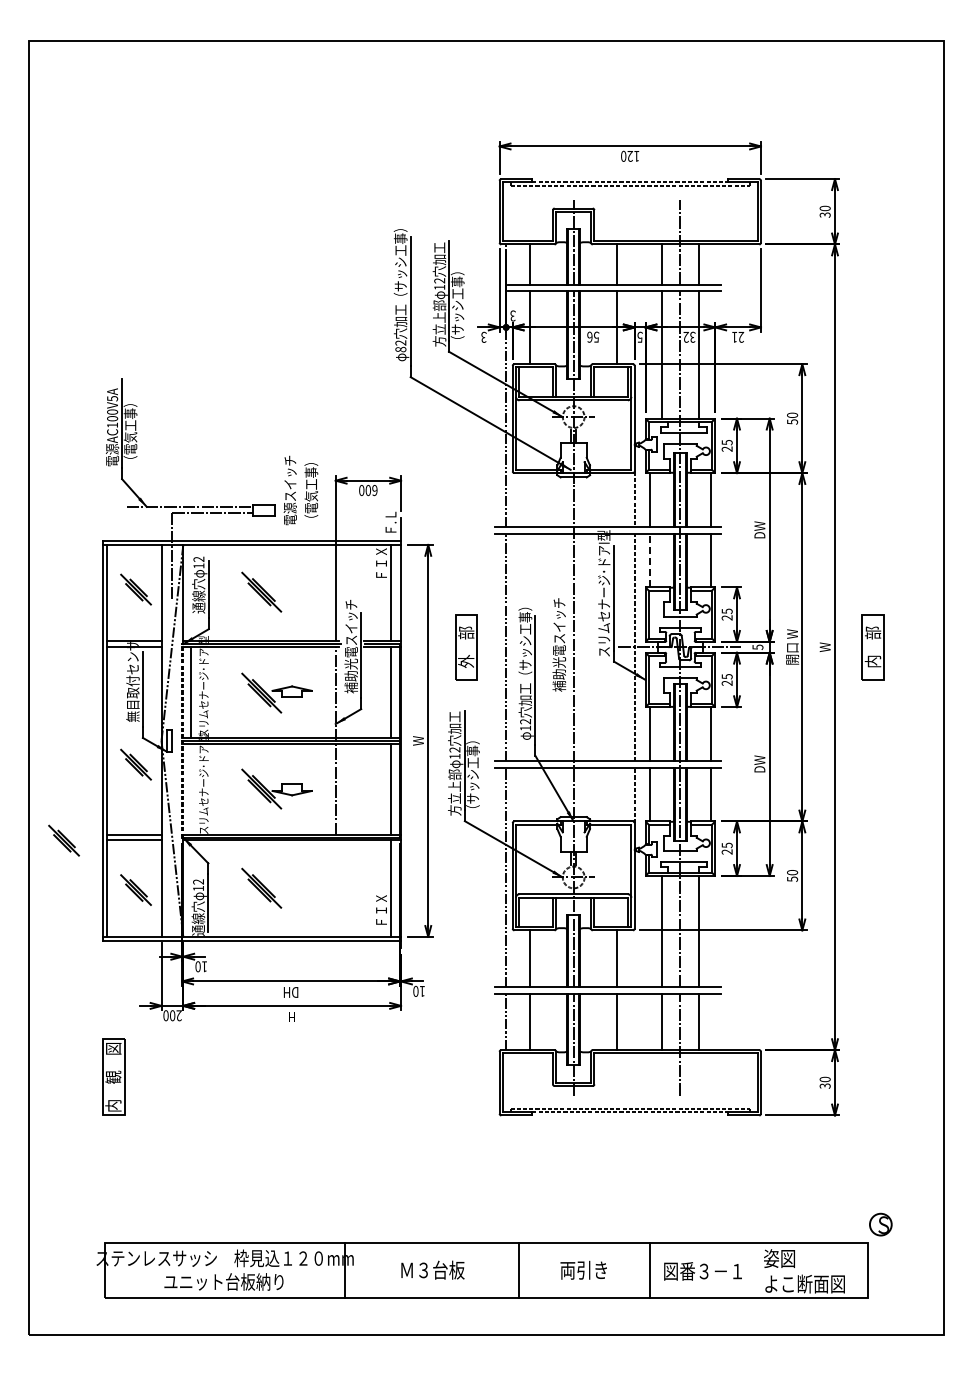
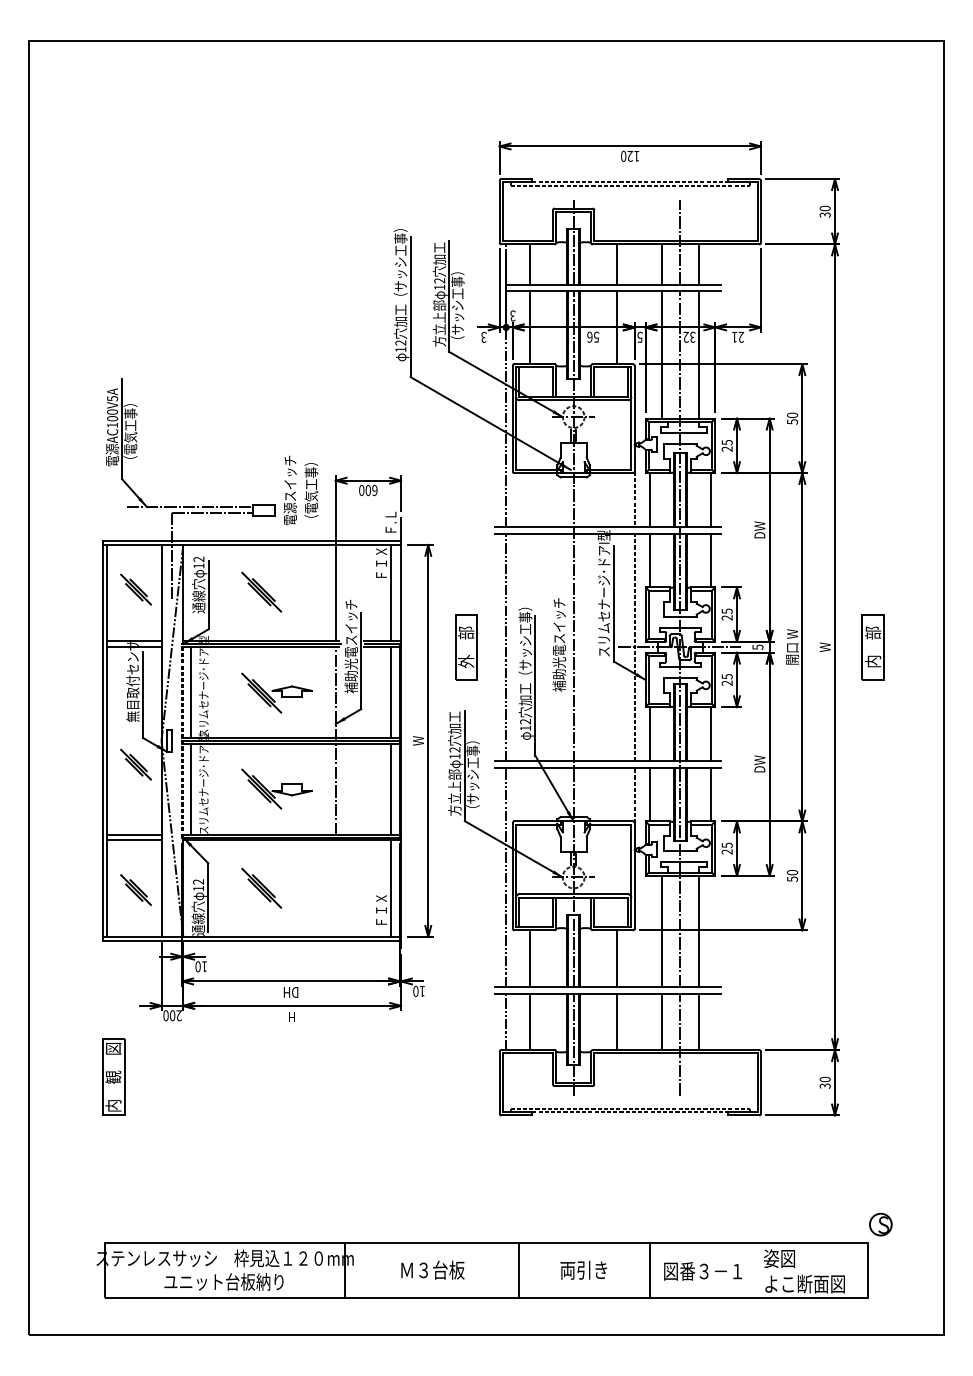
text at (400, 349): 82 -> 12
line at (649, 560): dashed -> solid
line at (191, 788): none -> present
part at (63, 840): present -> none
